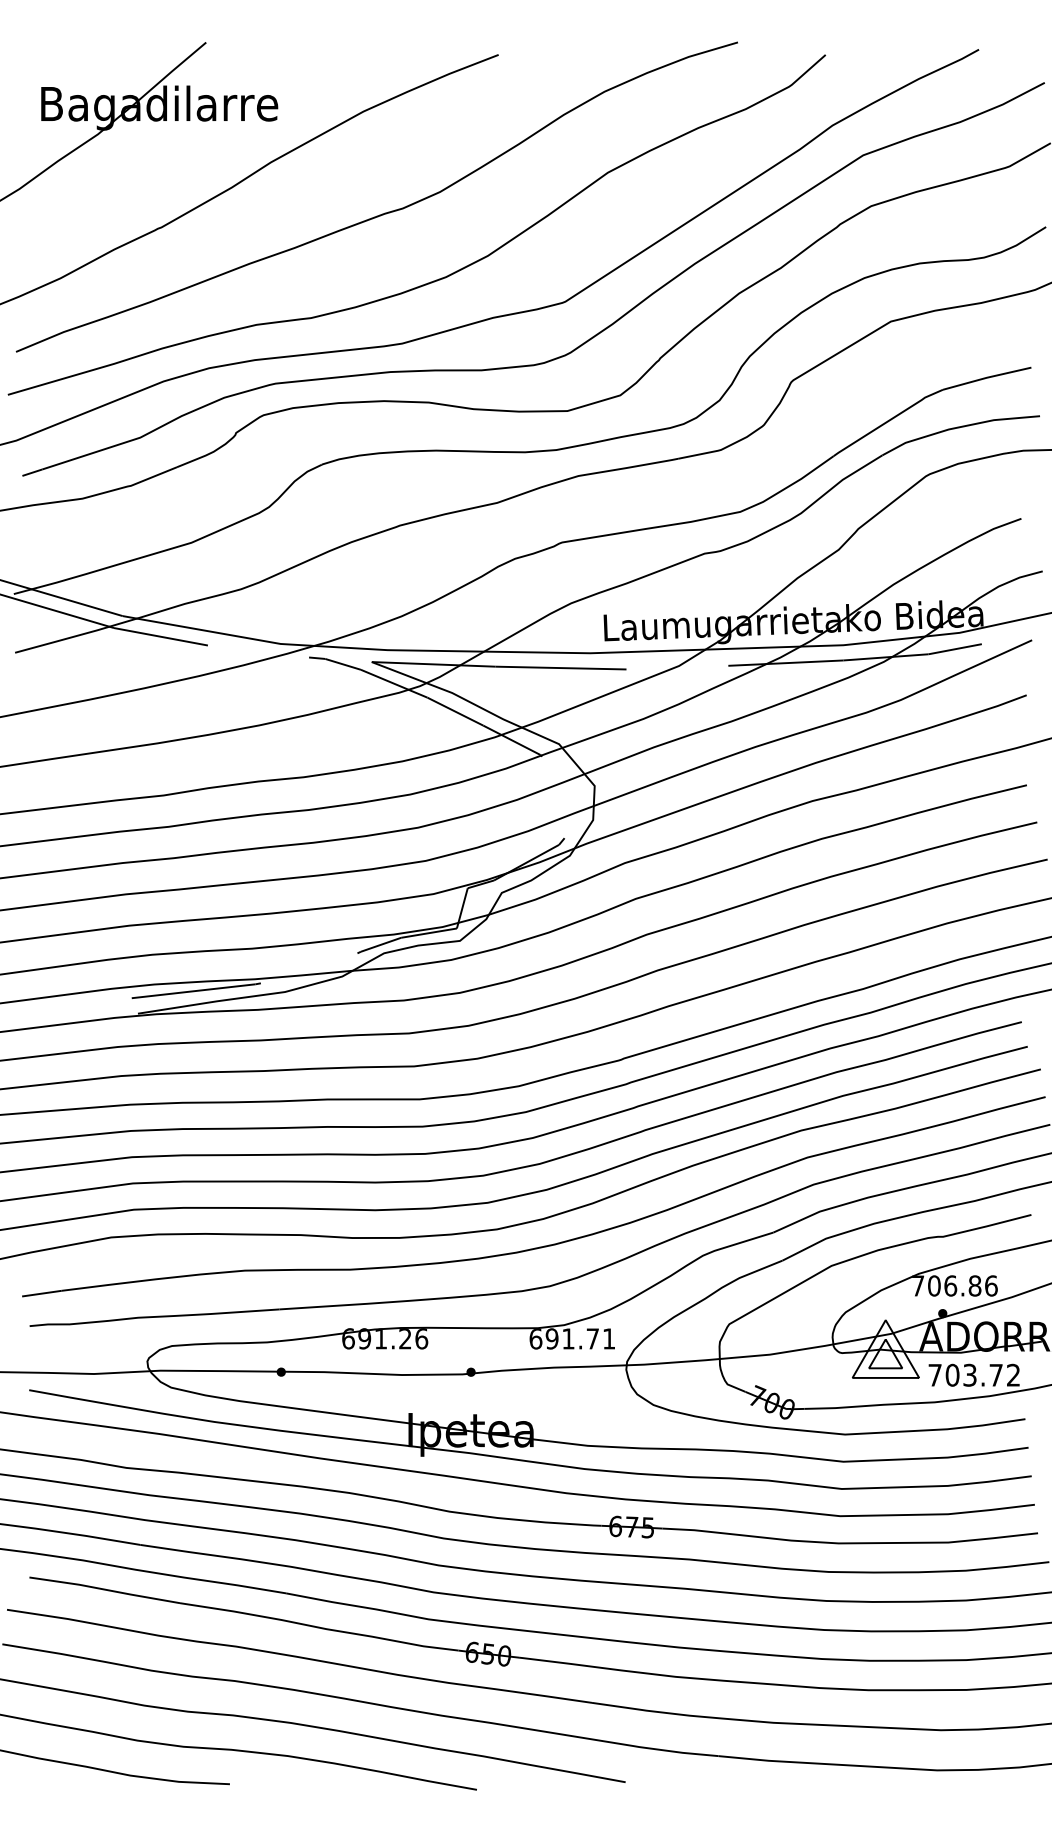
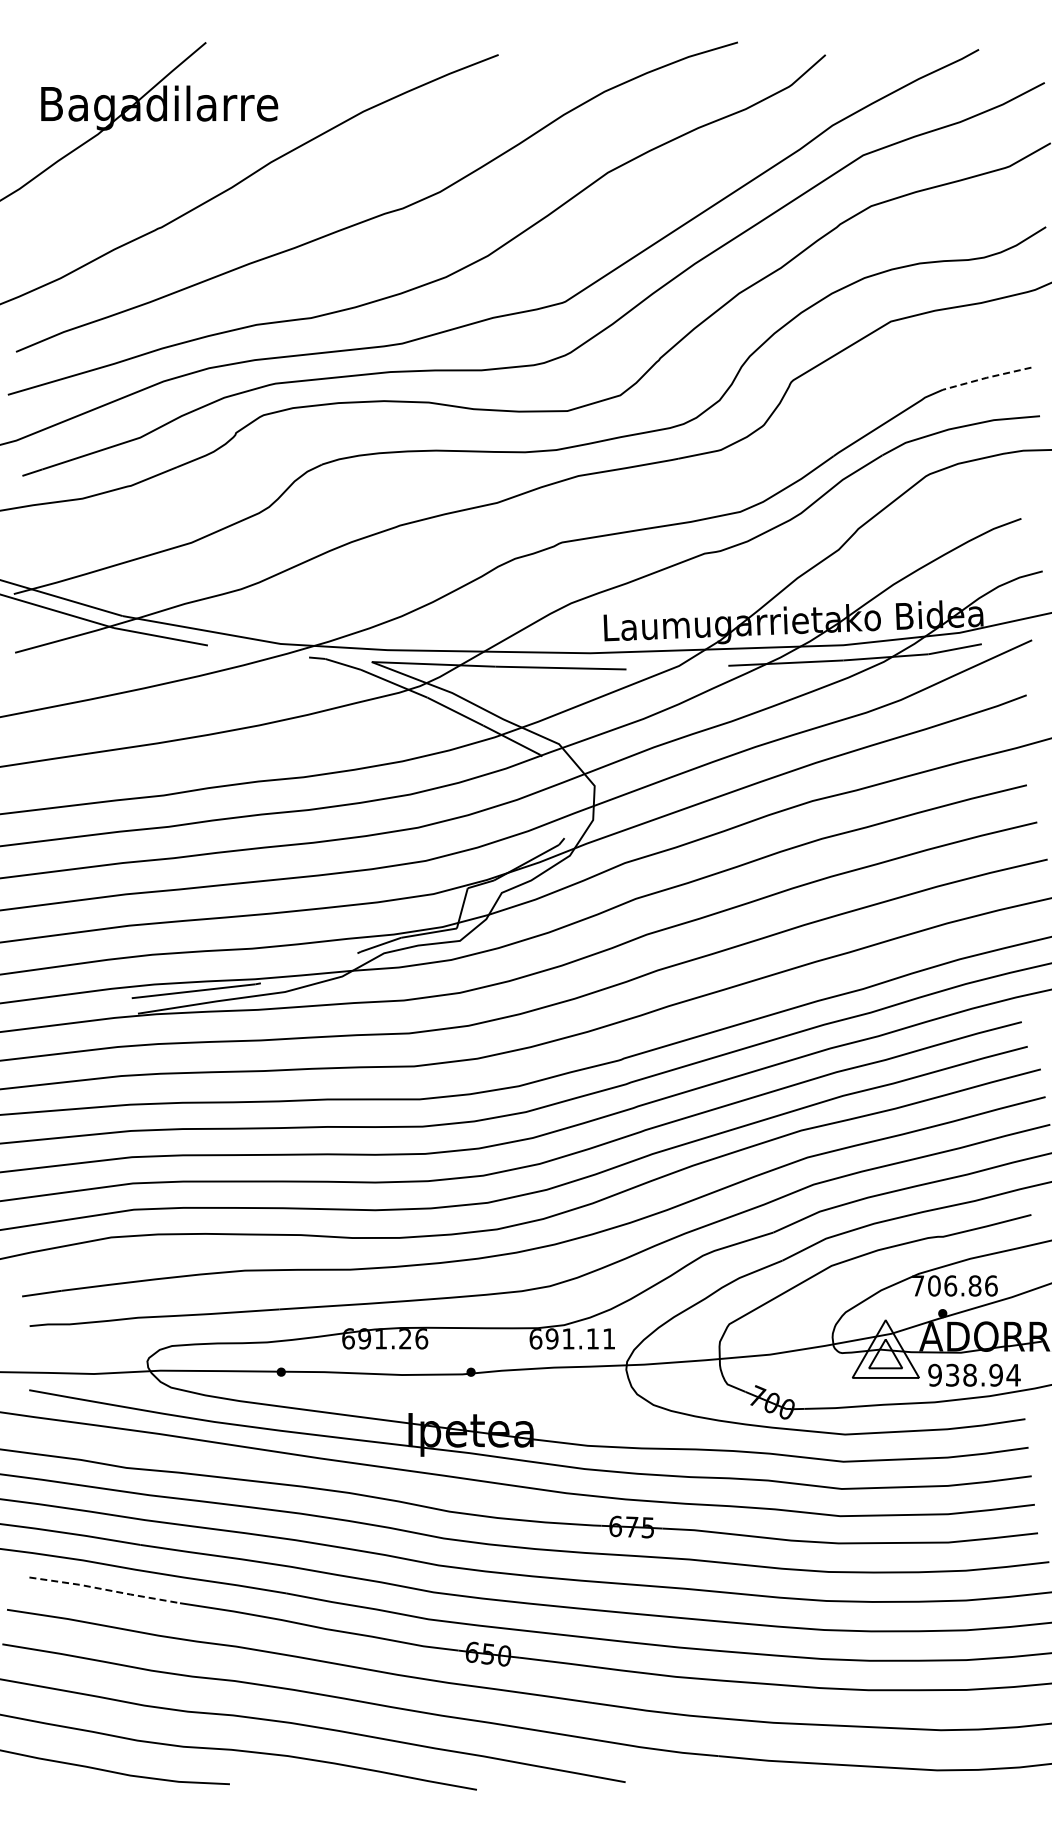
line at (986, 377): solid -> dashed
text at (592, 1338): 691.71 -> 691.11
text at (974, 1374): 703.72 -> 938.94
line at (104, 1589): solid -> dashed
